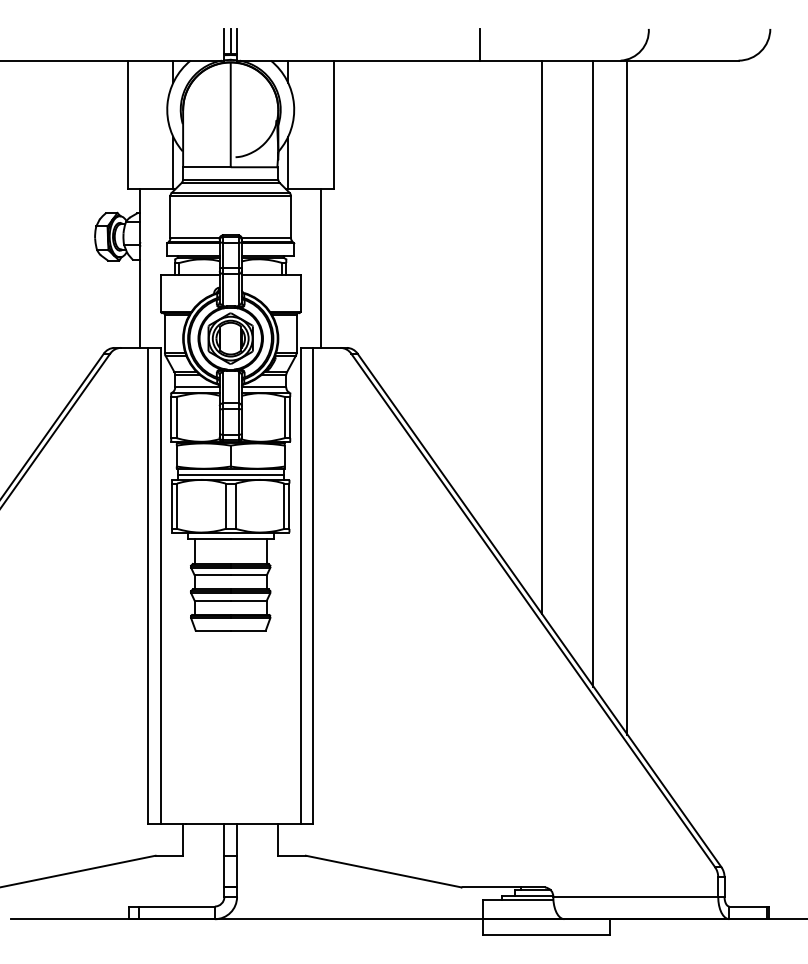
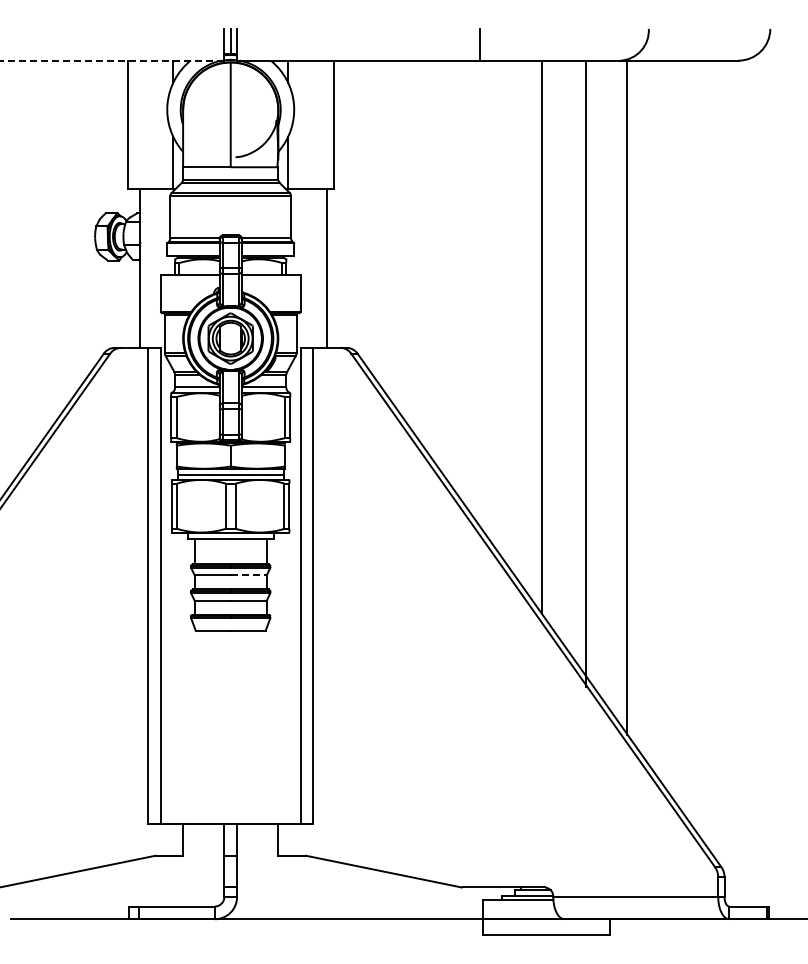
line at (111, 60): solid -> dashed
line at (321, 268) position: (321, 268) -> (327, 268)
line at (593, 373) position: (593, 373) -> (586, 373)
line at (249, 575): solid -> dashed
